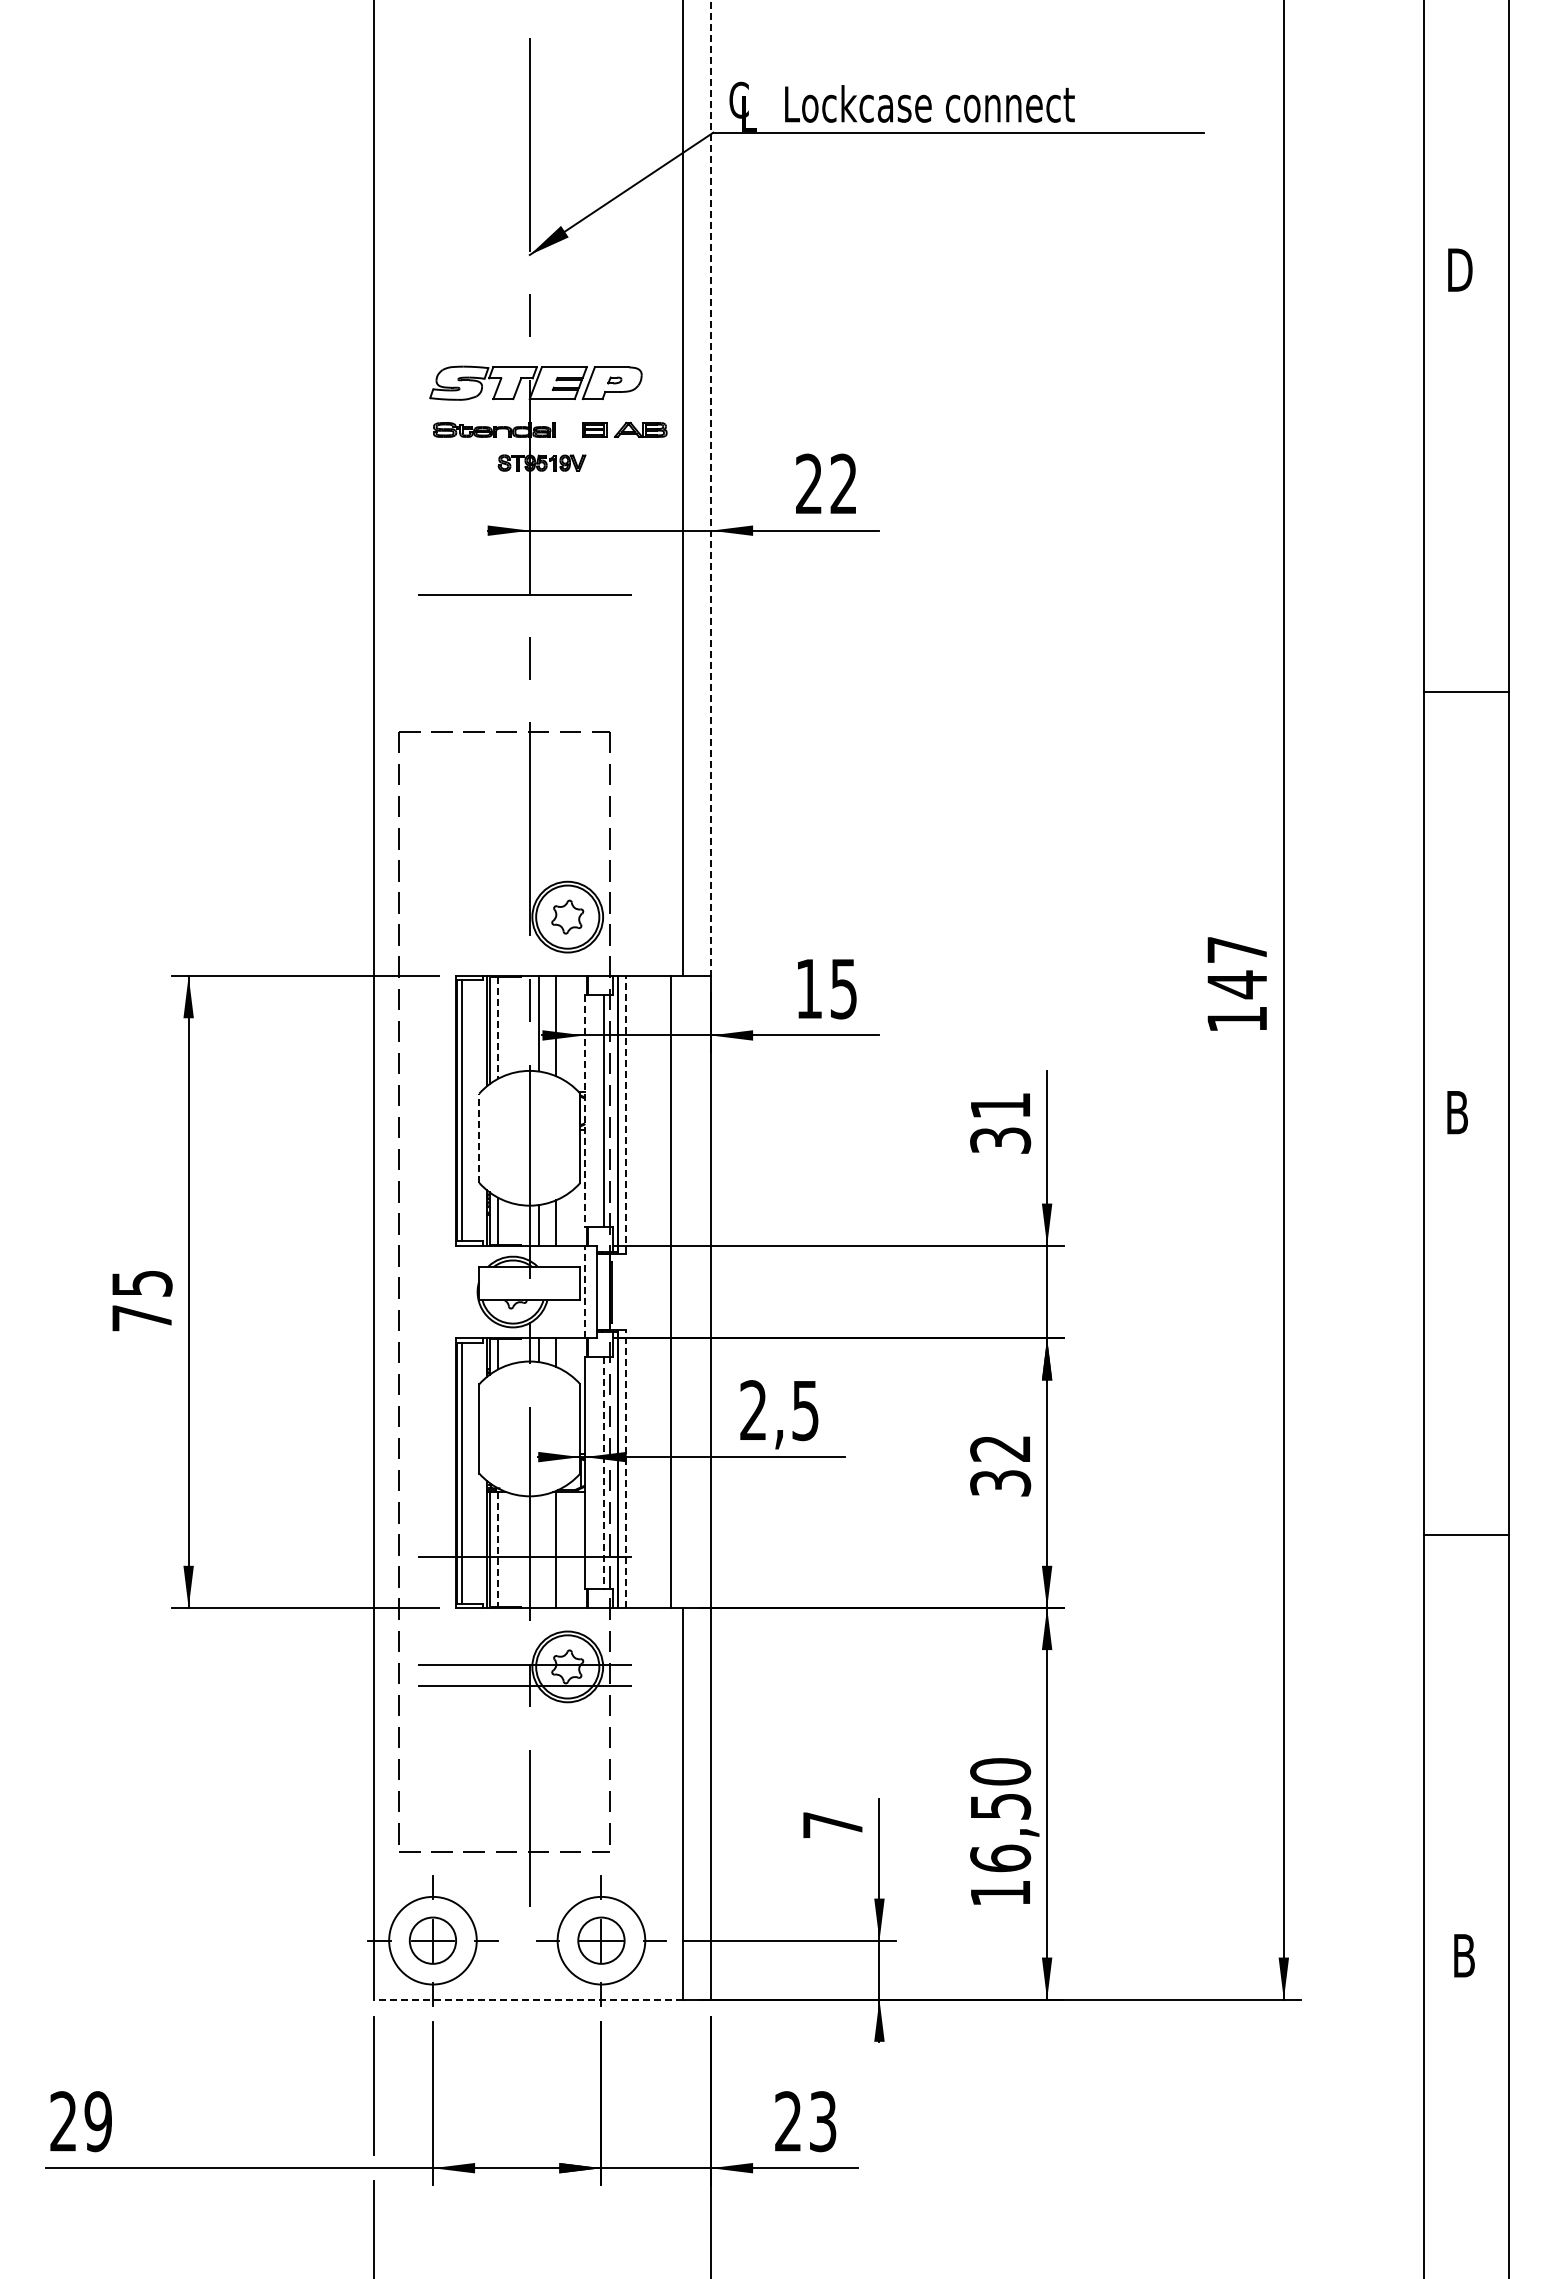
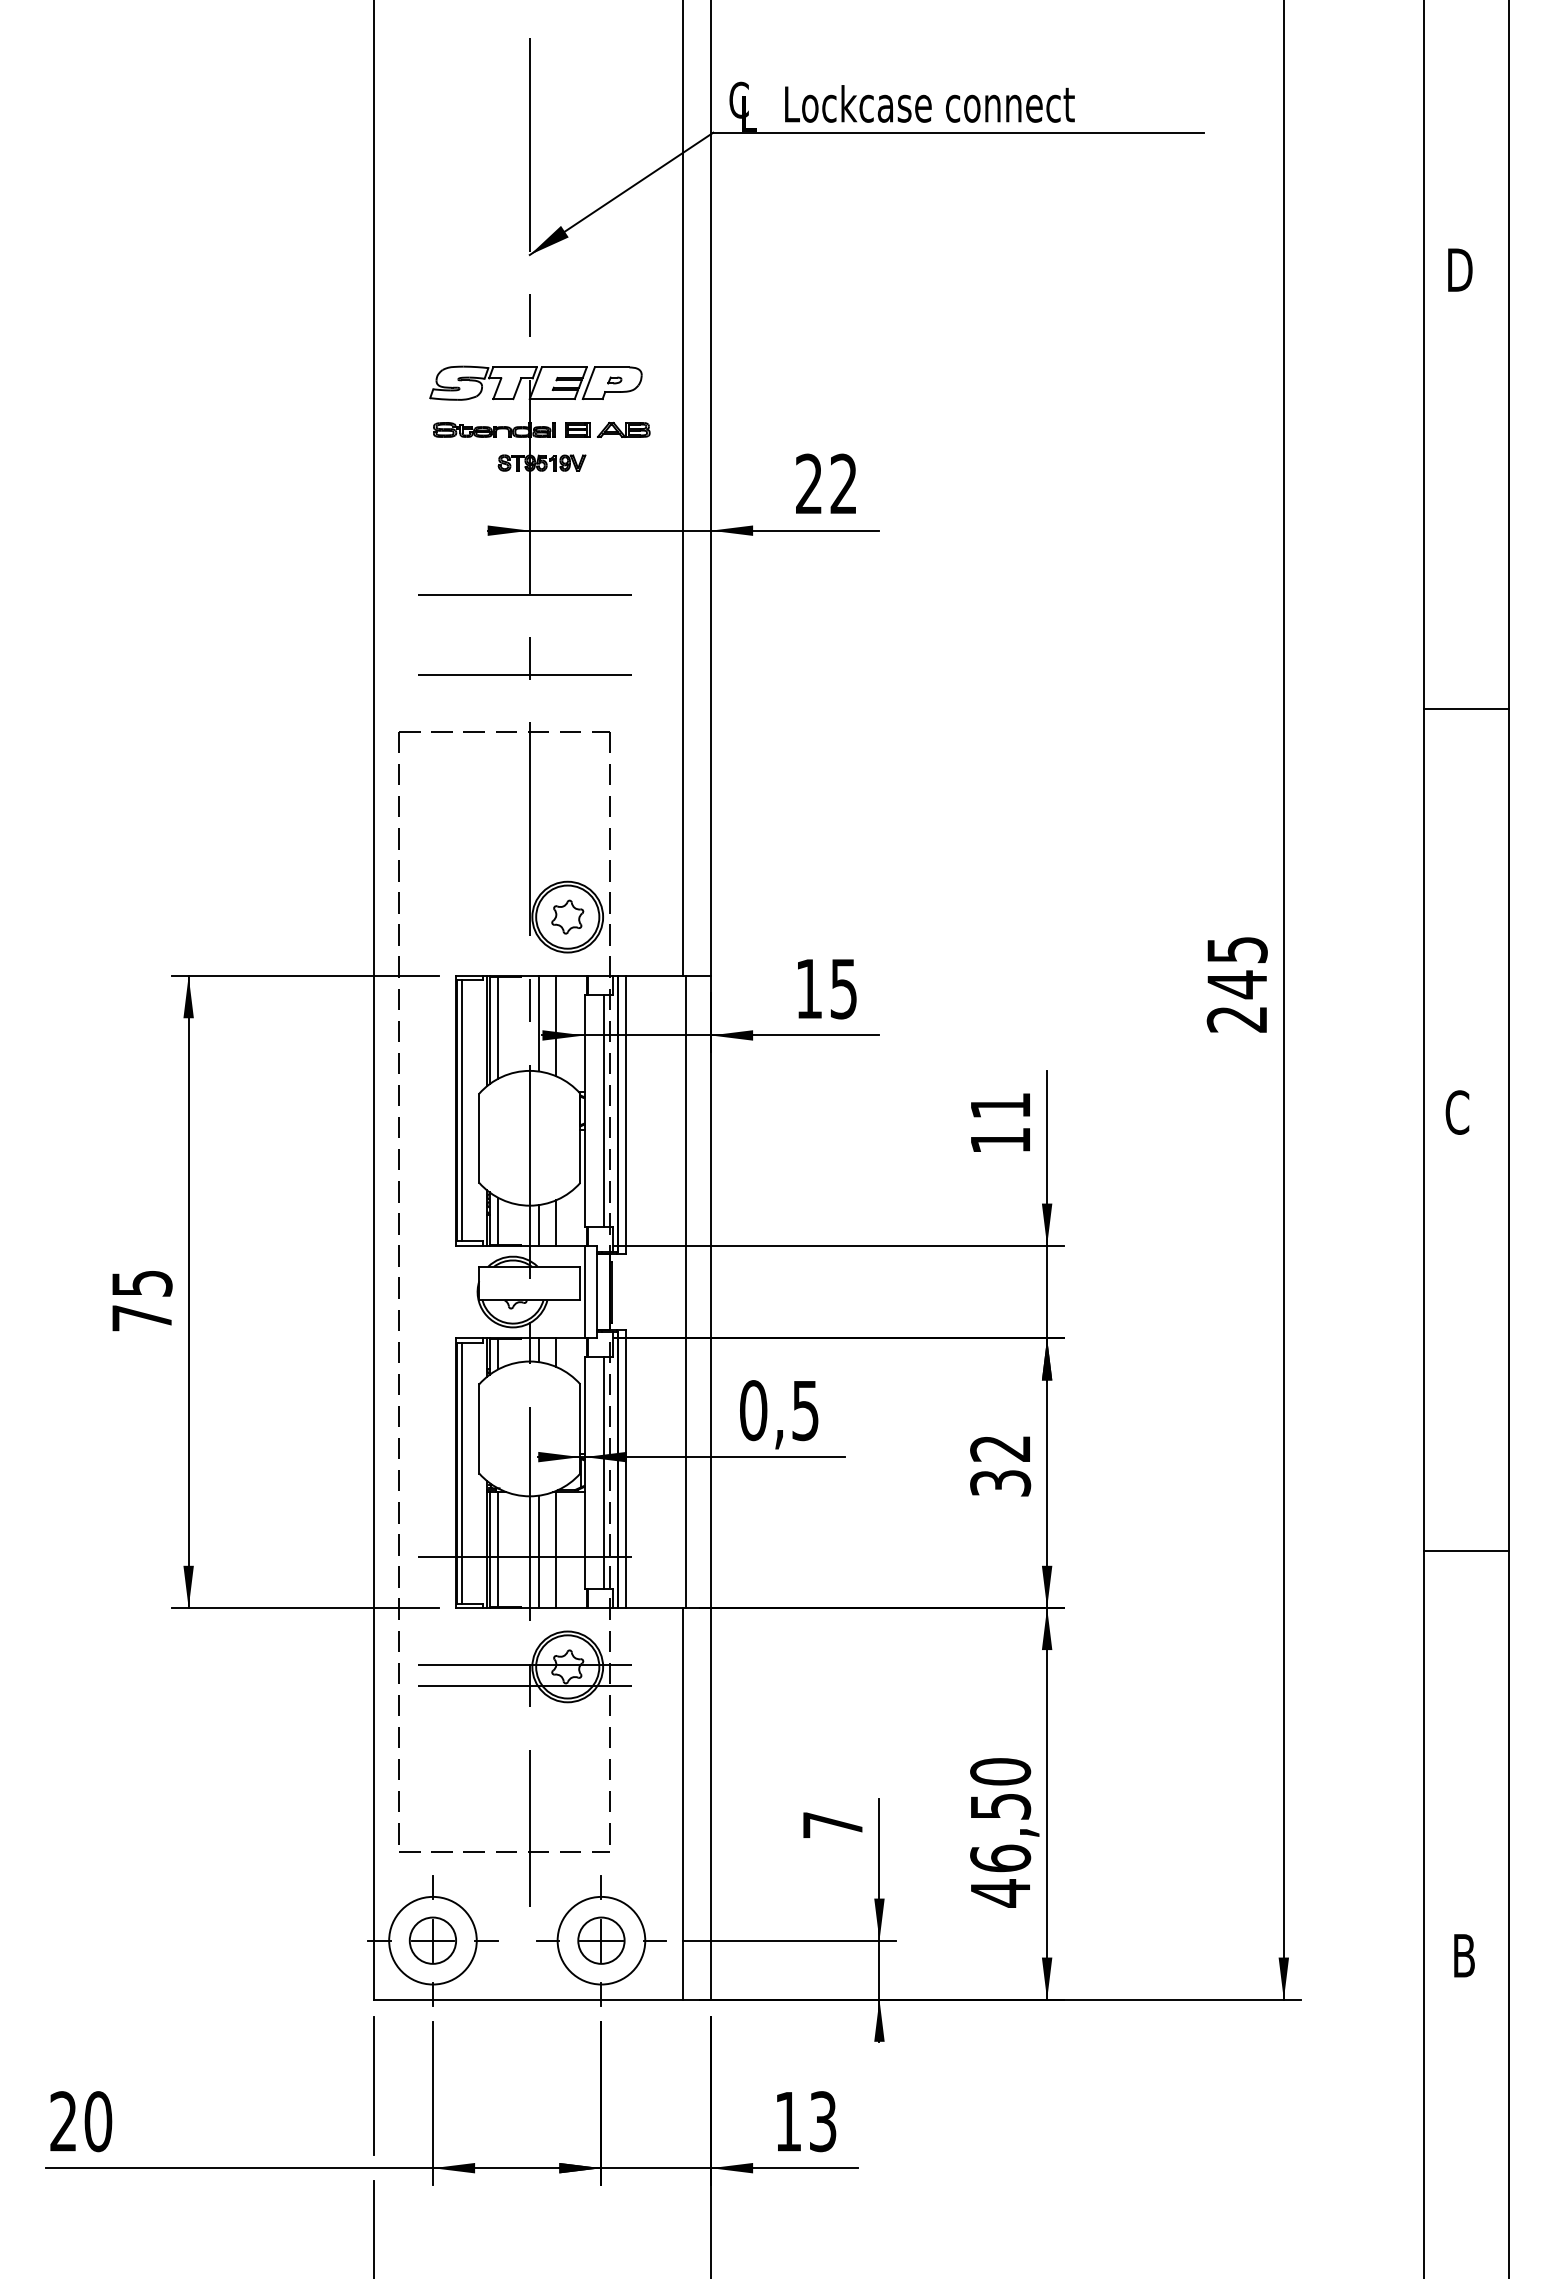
part at (624, 429) position: (624, 429) -> (607, 429)
line at (710, 488): dashed -> solid
line at (529, 674): none -> present
line at (1466, 691) position: (1466, 691) -> (1466, 708)
text at (1236, 984): 147 -> 245
line at (498, 1027): dashed -> solid
line at (584, 1111): dashed -> solid
text at (1457, 1112): B -> C
line at (626, 1114): dashed -> solid
line at (479, 1138): dashed -> solid
text at (1000, 1140): 31 -> 11
line at (584, 1291): dashed -> solid
line at (670, 1291) position: (670, 1291) -> (685, 1291)
text at (753, 1410): 2,5 -> 0,5
line at (626, 1469): dashed -> solid
line at (603, 1473): dashed -> solid
line at (1466, 1535) position: (1466, 1535) -> (1466, 1551)
line at (498, 1550): dashed -> solid
line at (538, 1551): none -> present
text at (1000, 1893): 16,50 -> 46,50
line at (528, 1999): dashed -> solid
text at (98, 2121): 29 -> 20
text at (787, 2121): 23 -> 13
